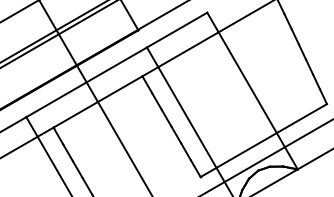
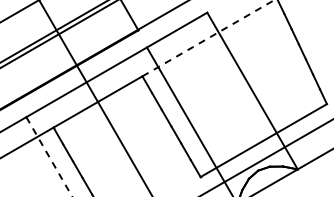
line at (208, 37): solid -> dashed
line at (49, 157): solid -> dashed
